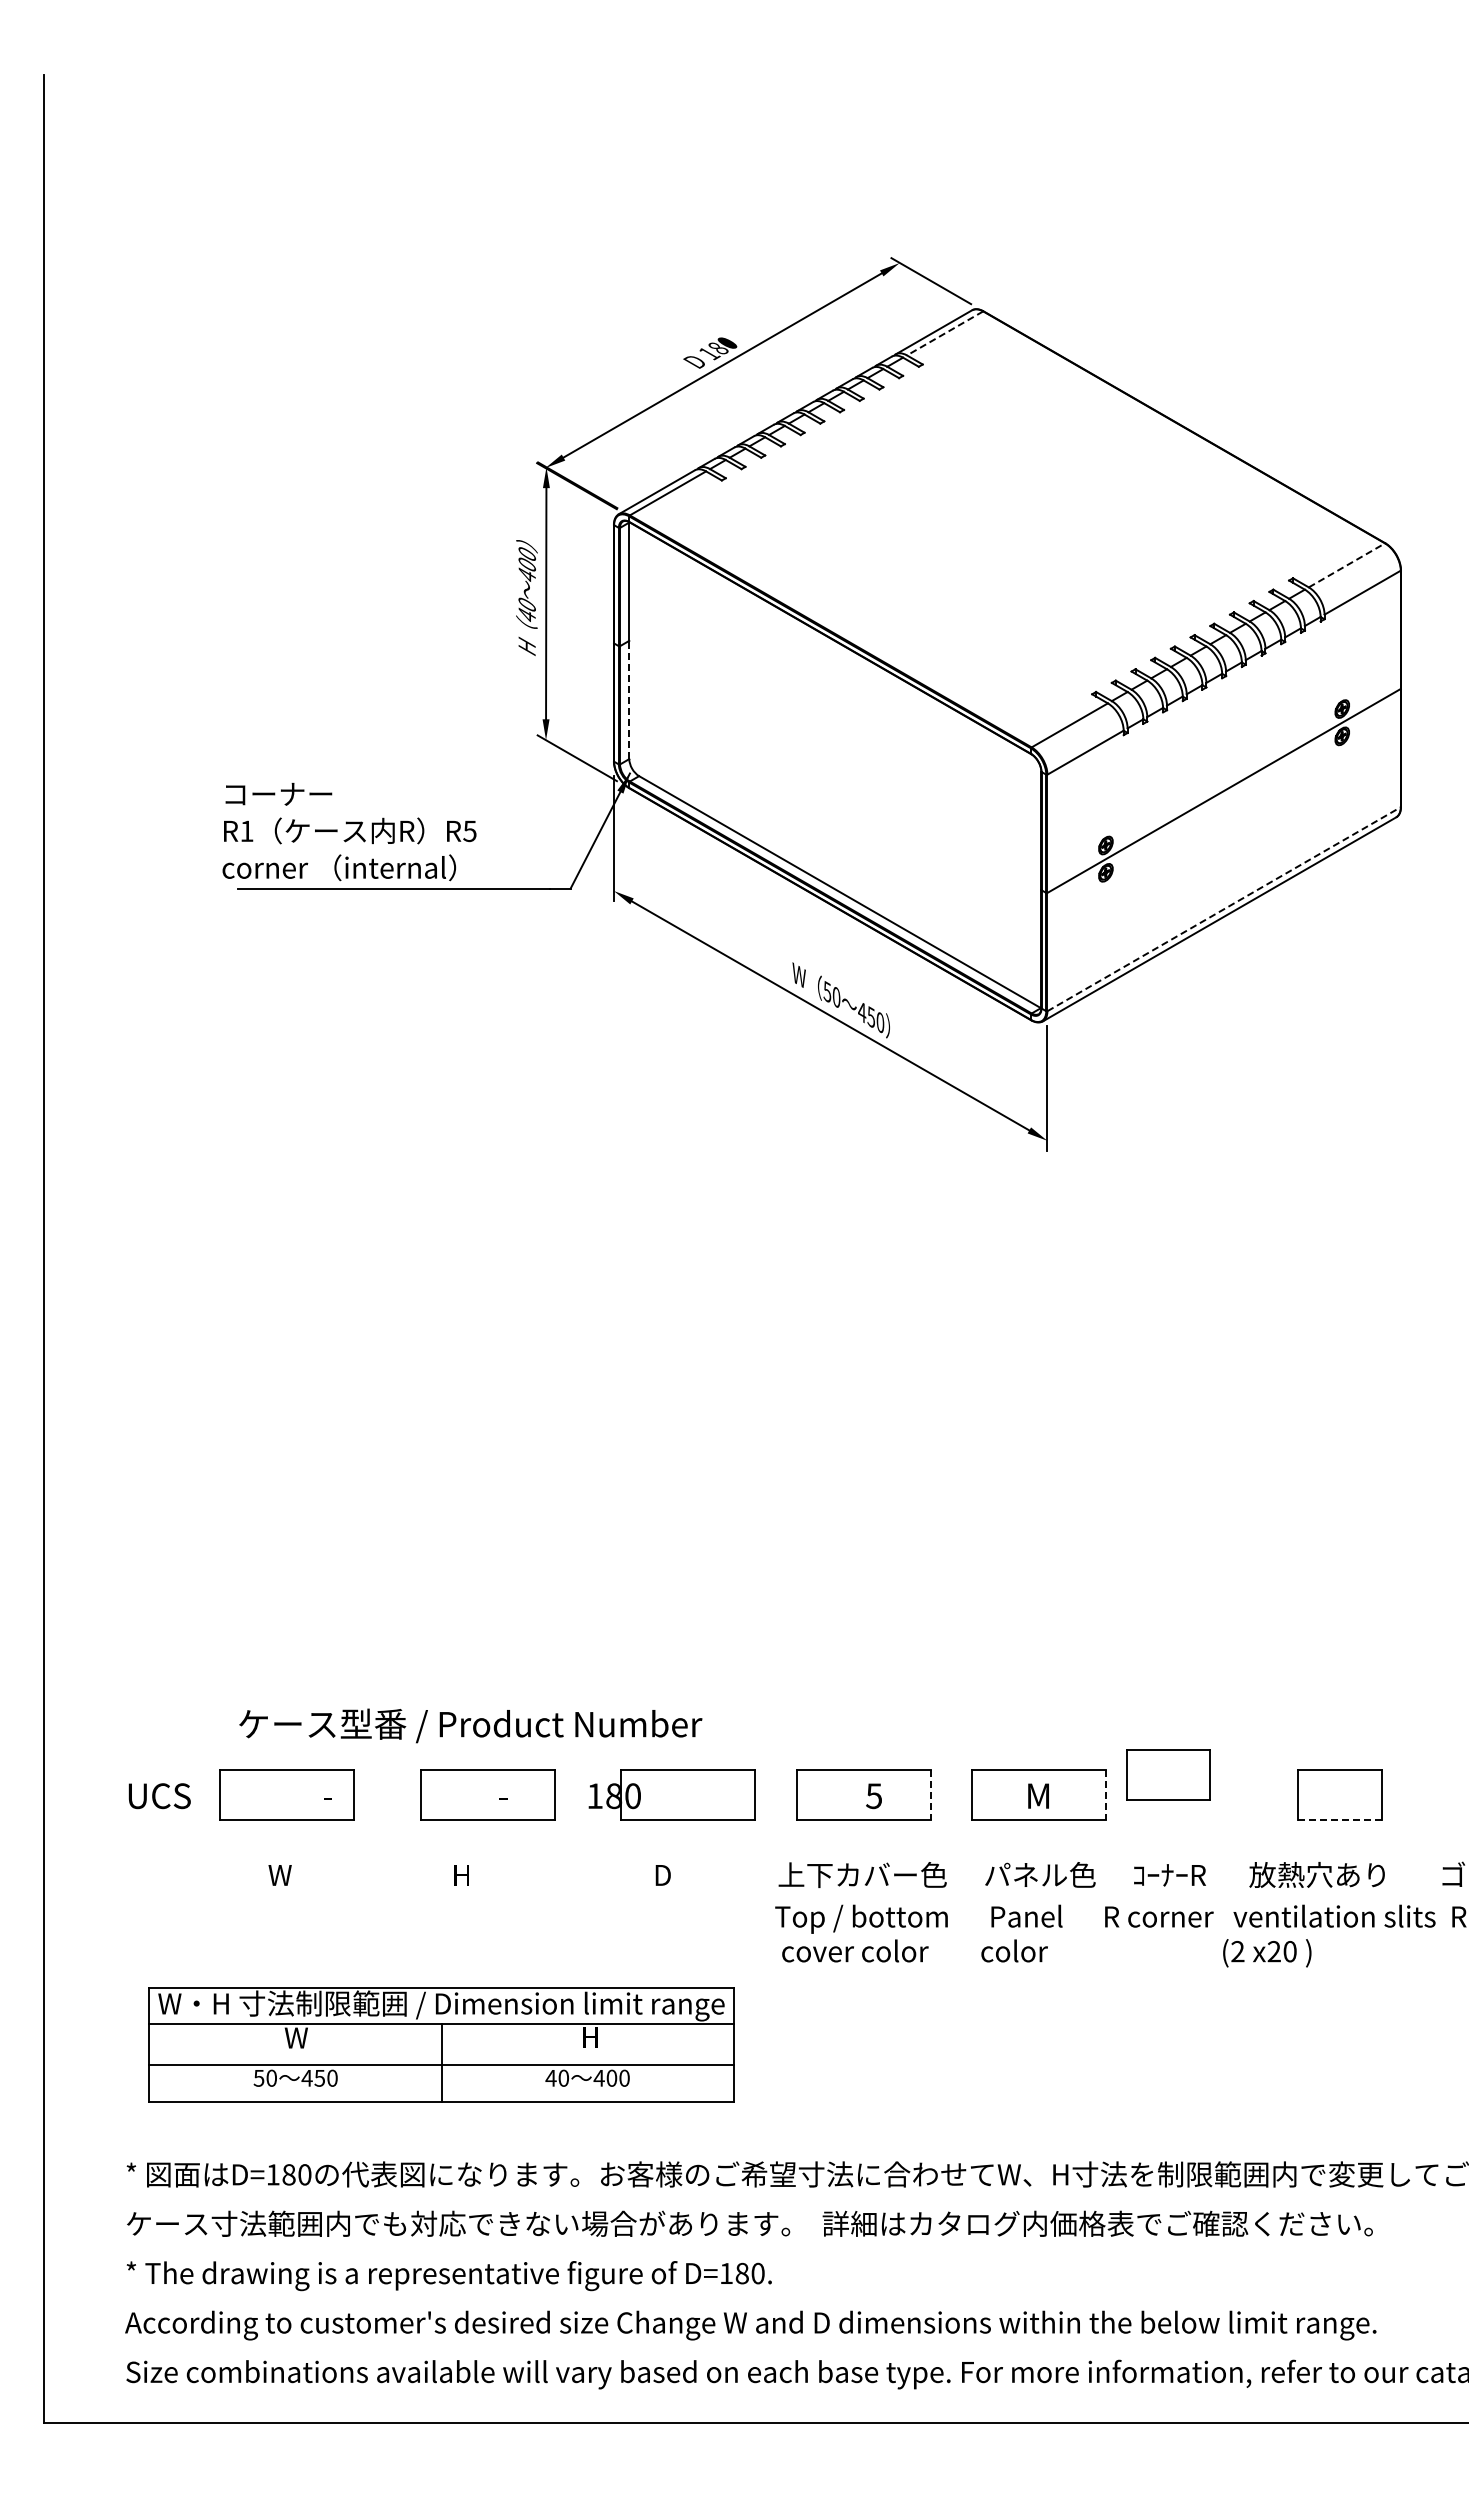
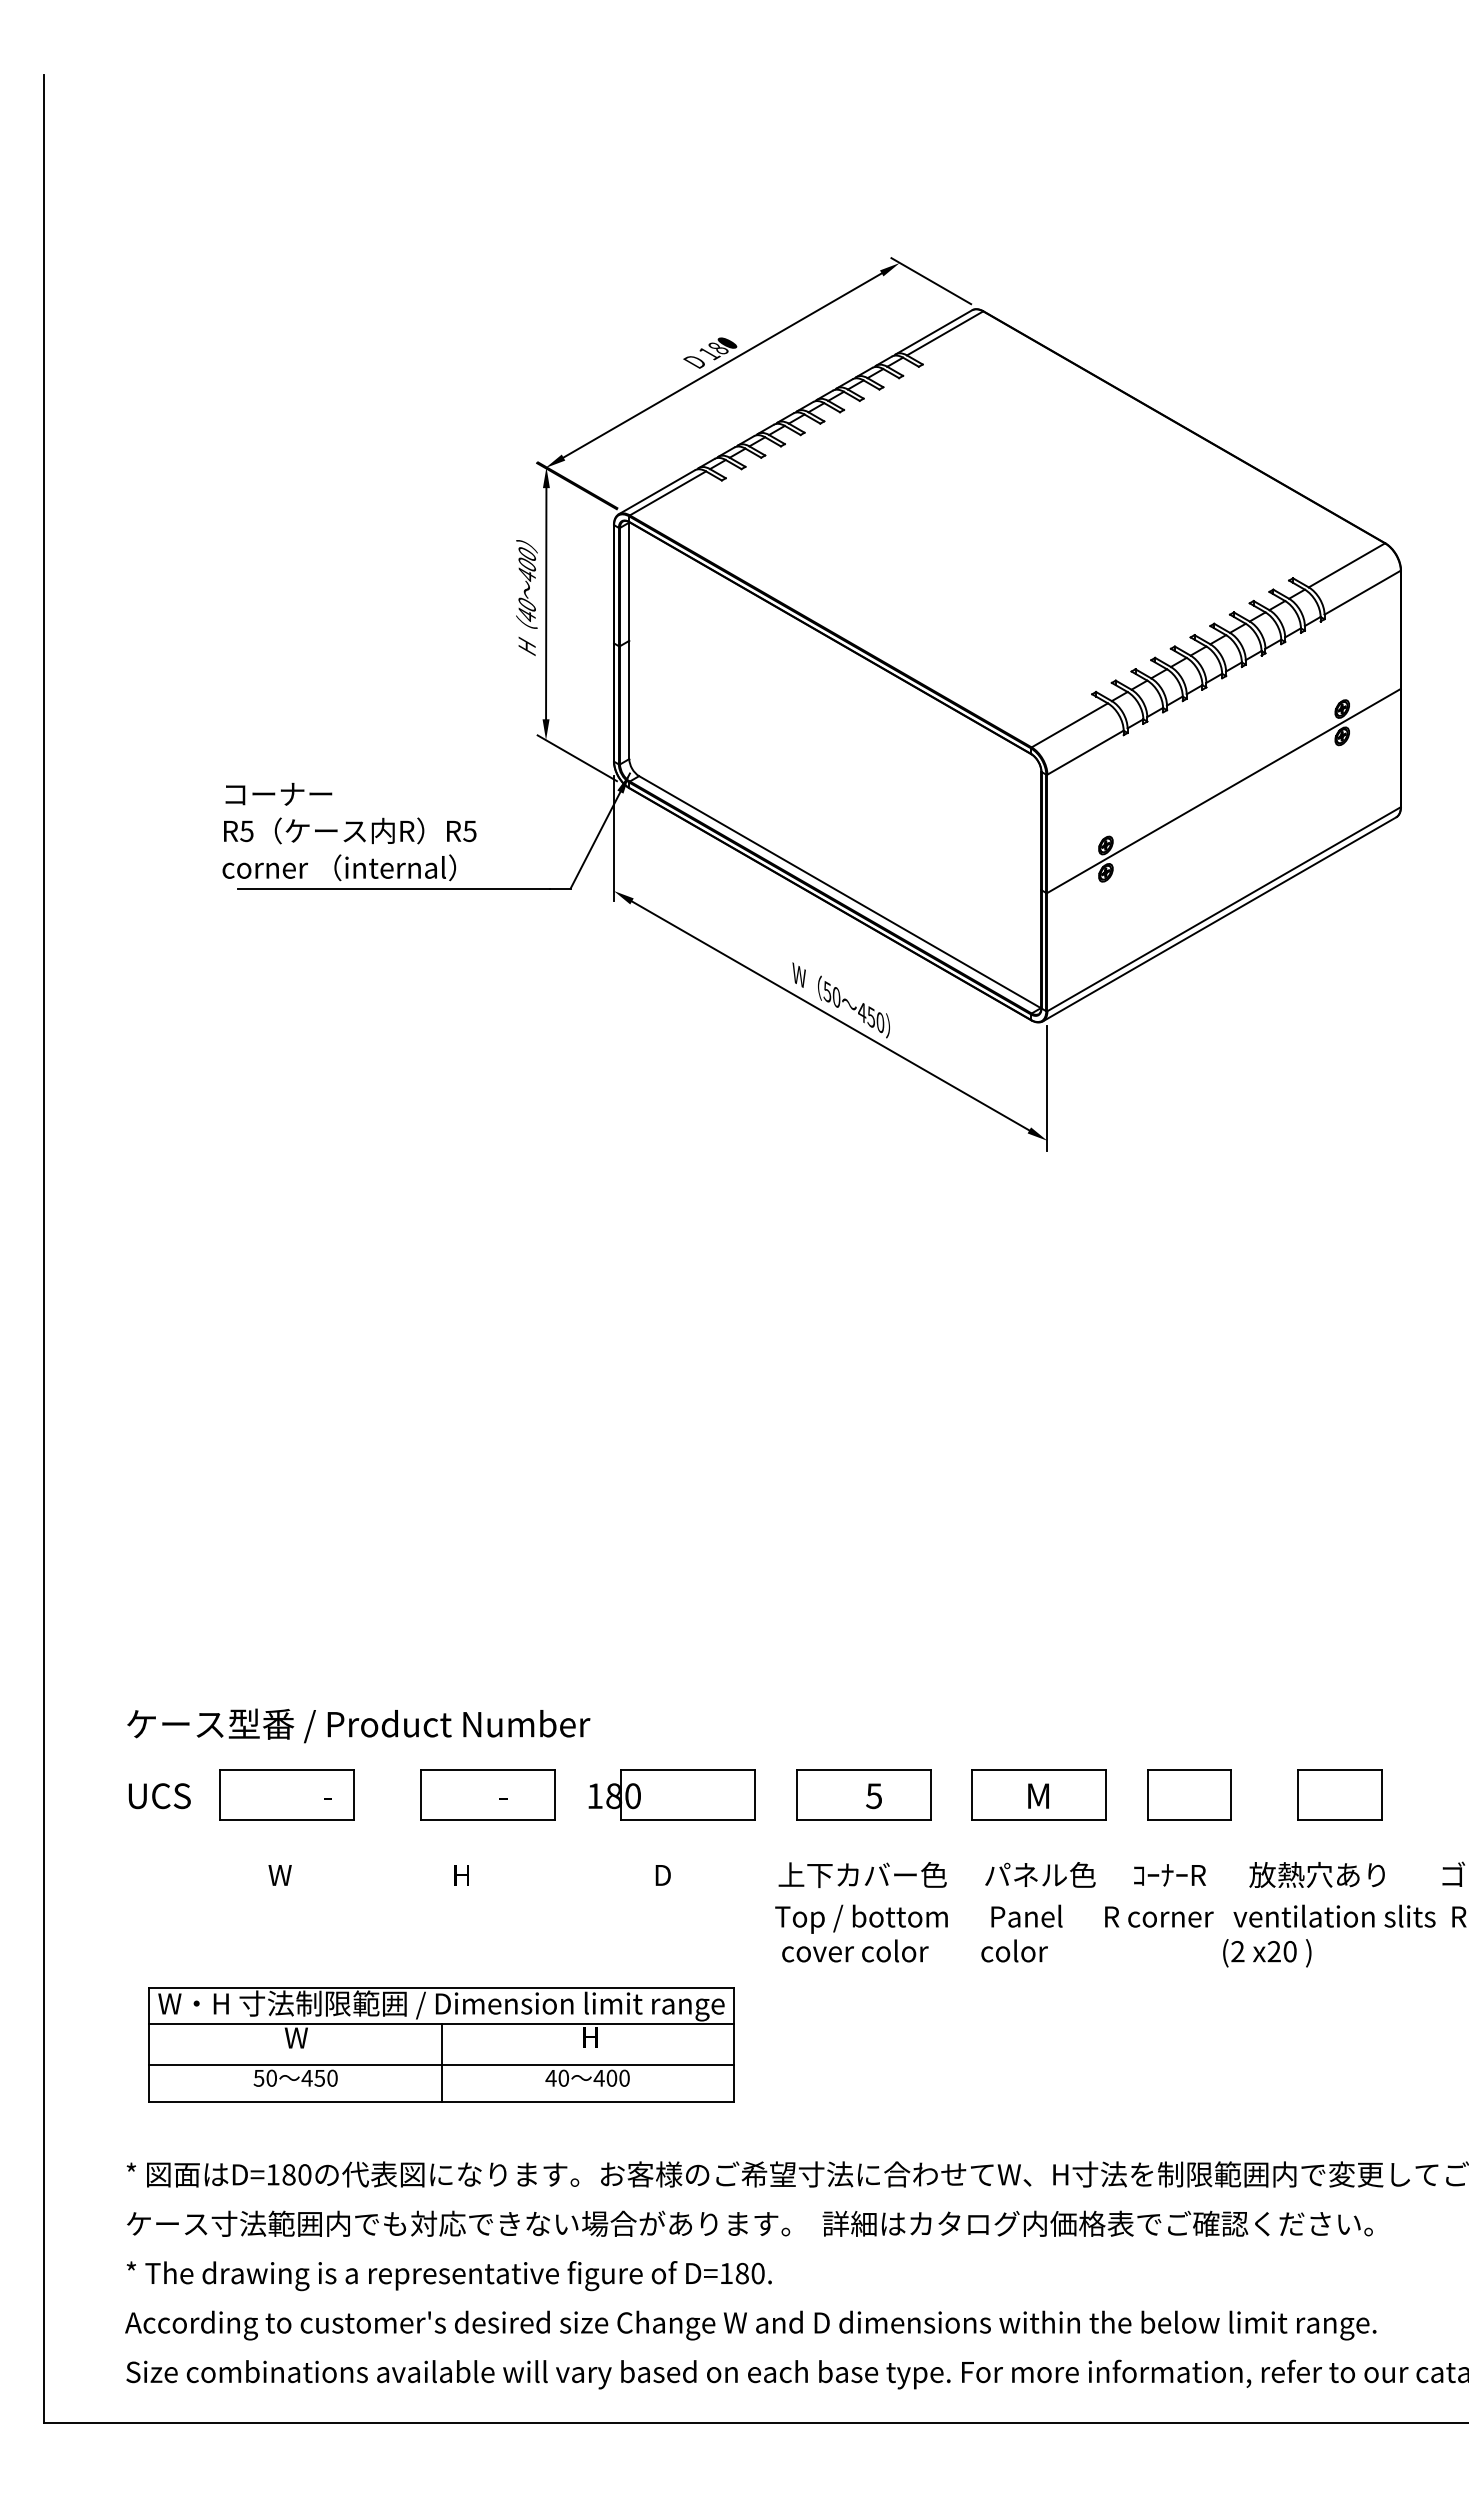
line at (944, 333): dashed -> solid
line at (1347, 565): dashed -> solid
line at (629, 699): dashed -> solid
text at (246, 831): R1 -> R5
line at (1224, 908): dashed -> solid
text at (470, 1725) position: (470, 1725) -> (358, 1725)
part at (1168, 1774) position: (1168, 1774) -> (1189, 1794)
line at (930, 1795): dashed -> solid
line at (1106, 1795): dashed -> solid
line at (1340, 1820): dashed -> solid
